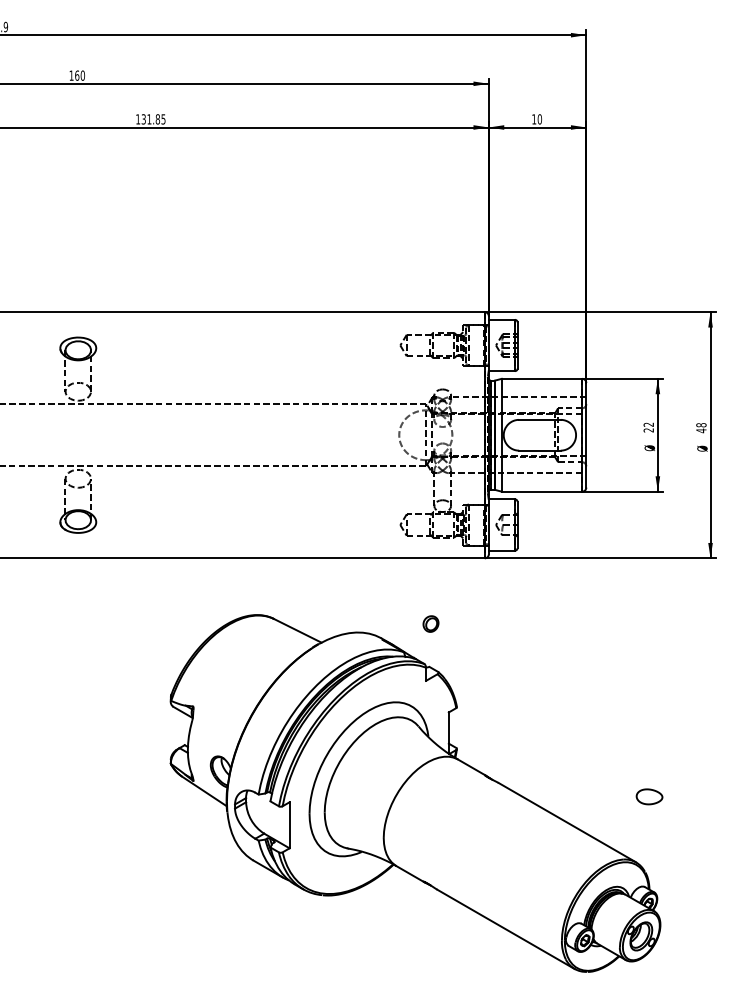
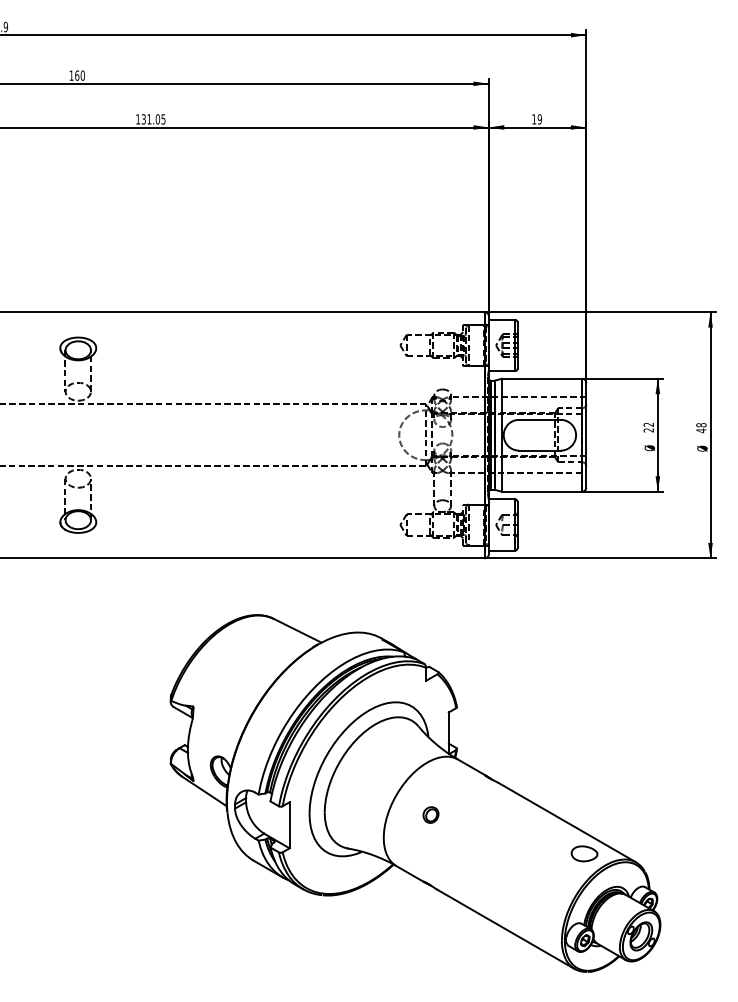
text at (157, 119): 131.85 -> 131.05
text at (539, 119): 10 -> 19
part at (430, 623) position: (430, 623) -> (430, 814)
part at (649, 796) position: (649, 796) -> (584, 853)
